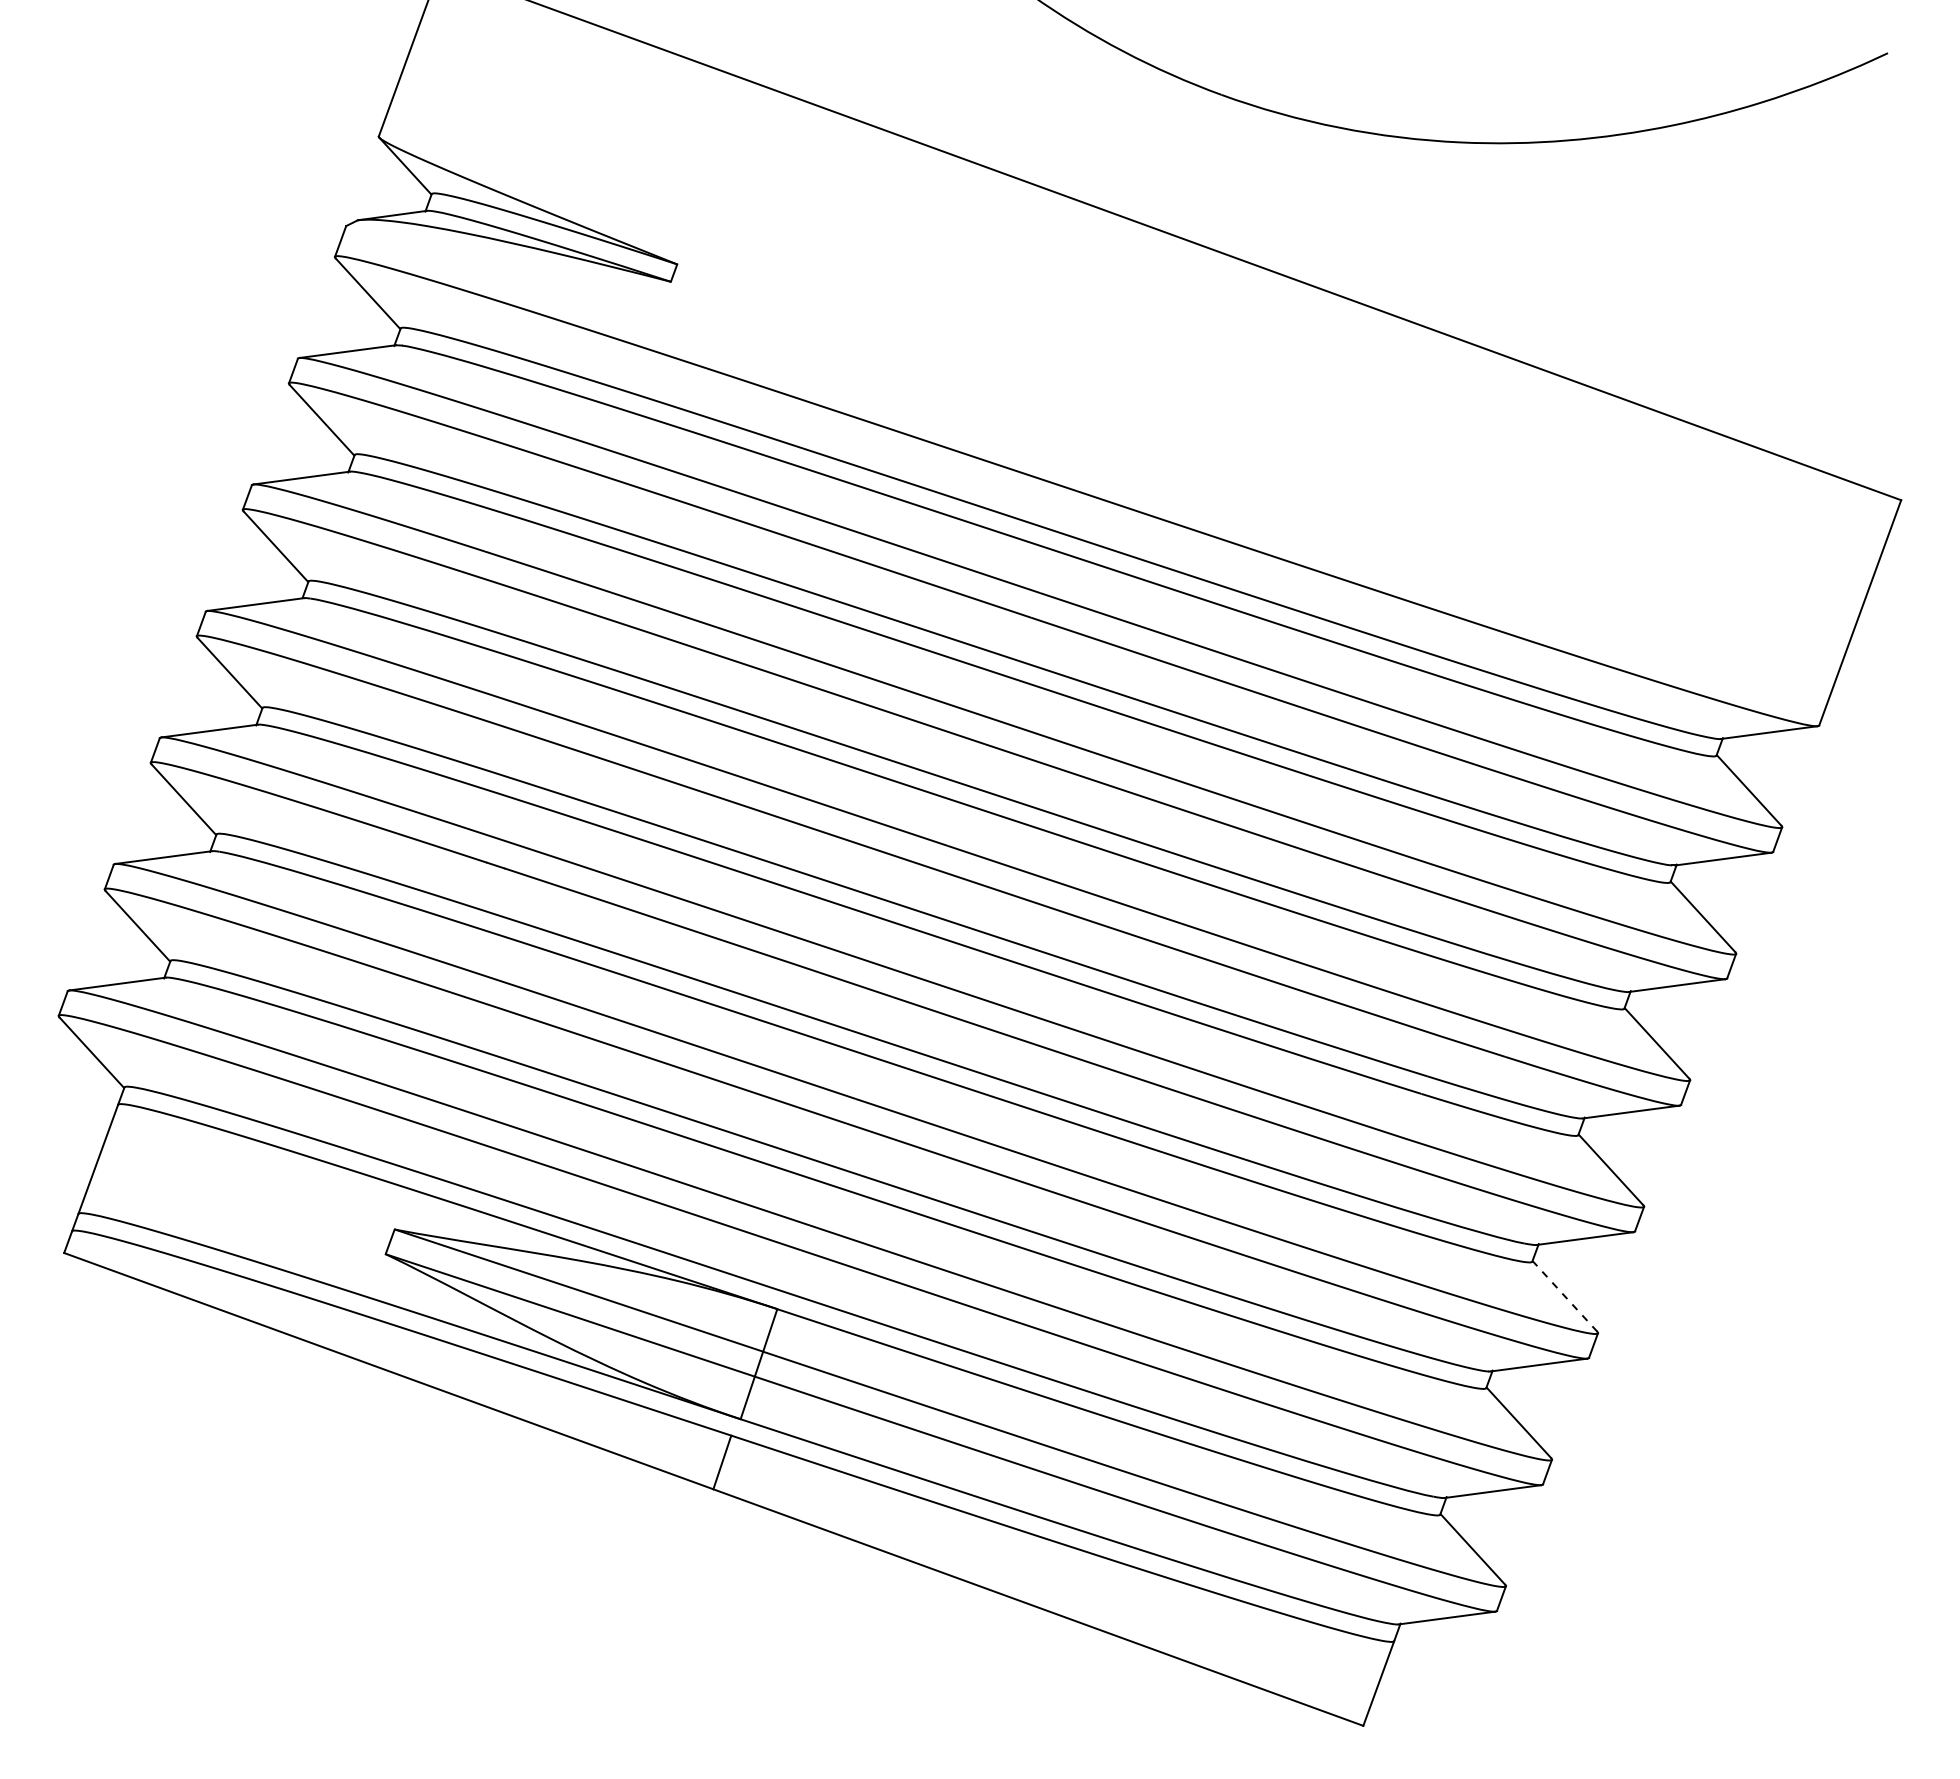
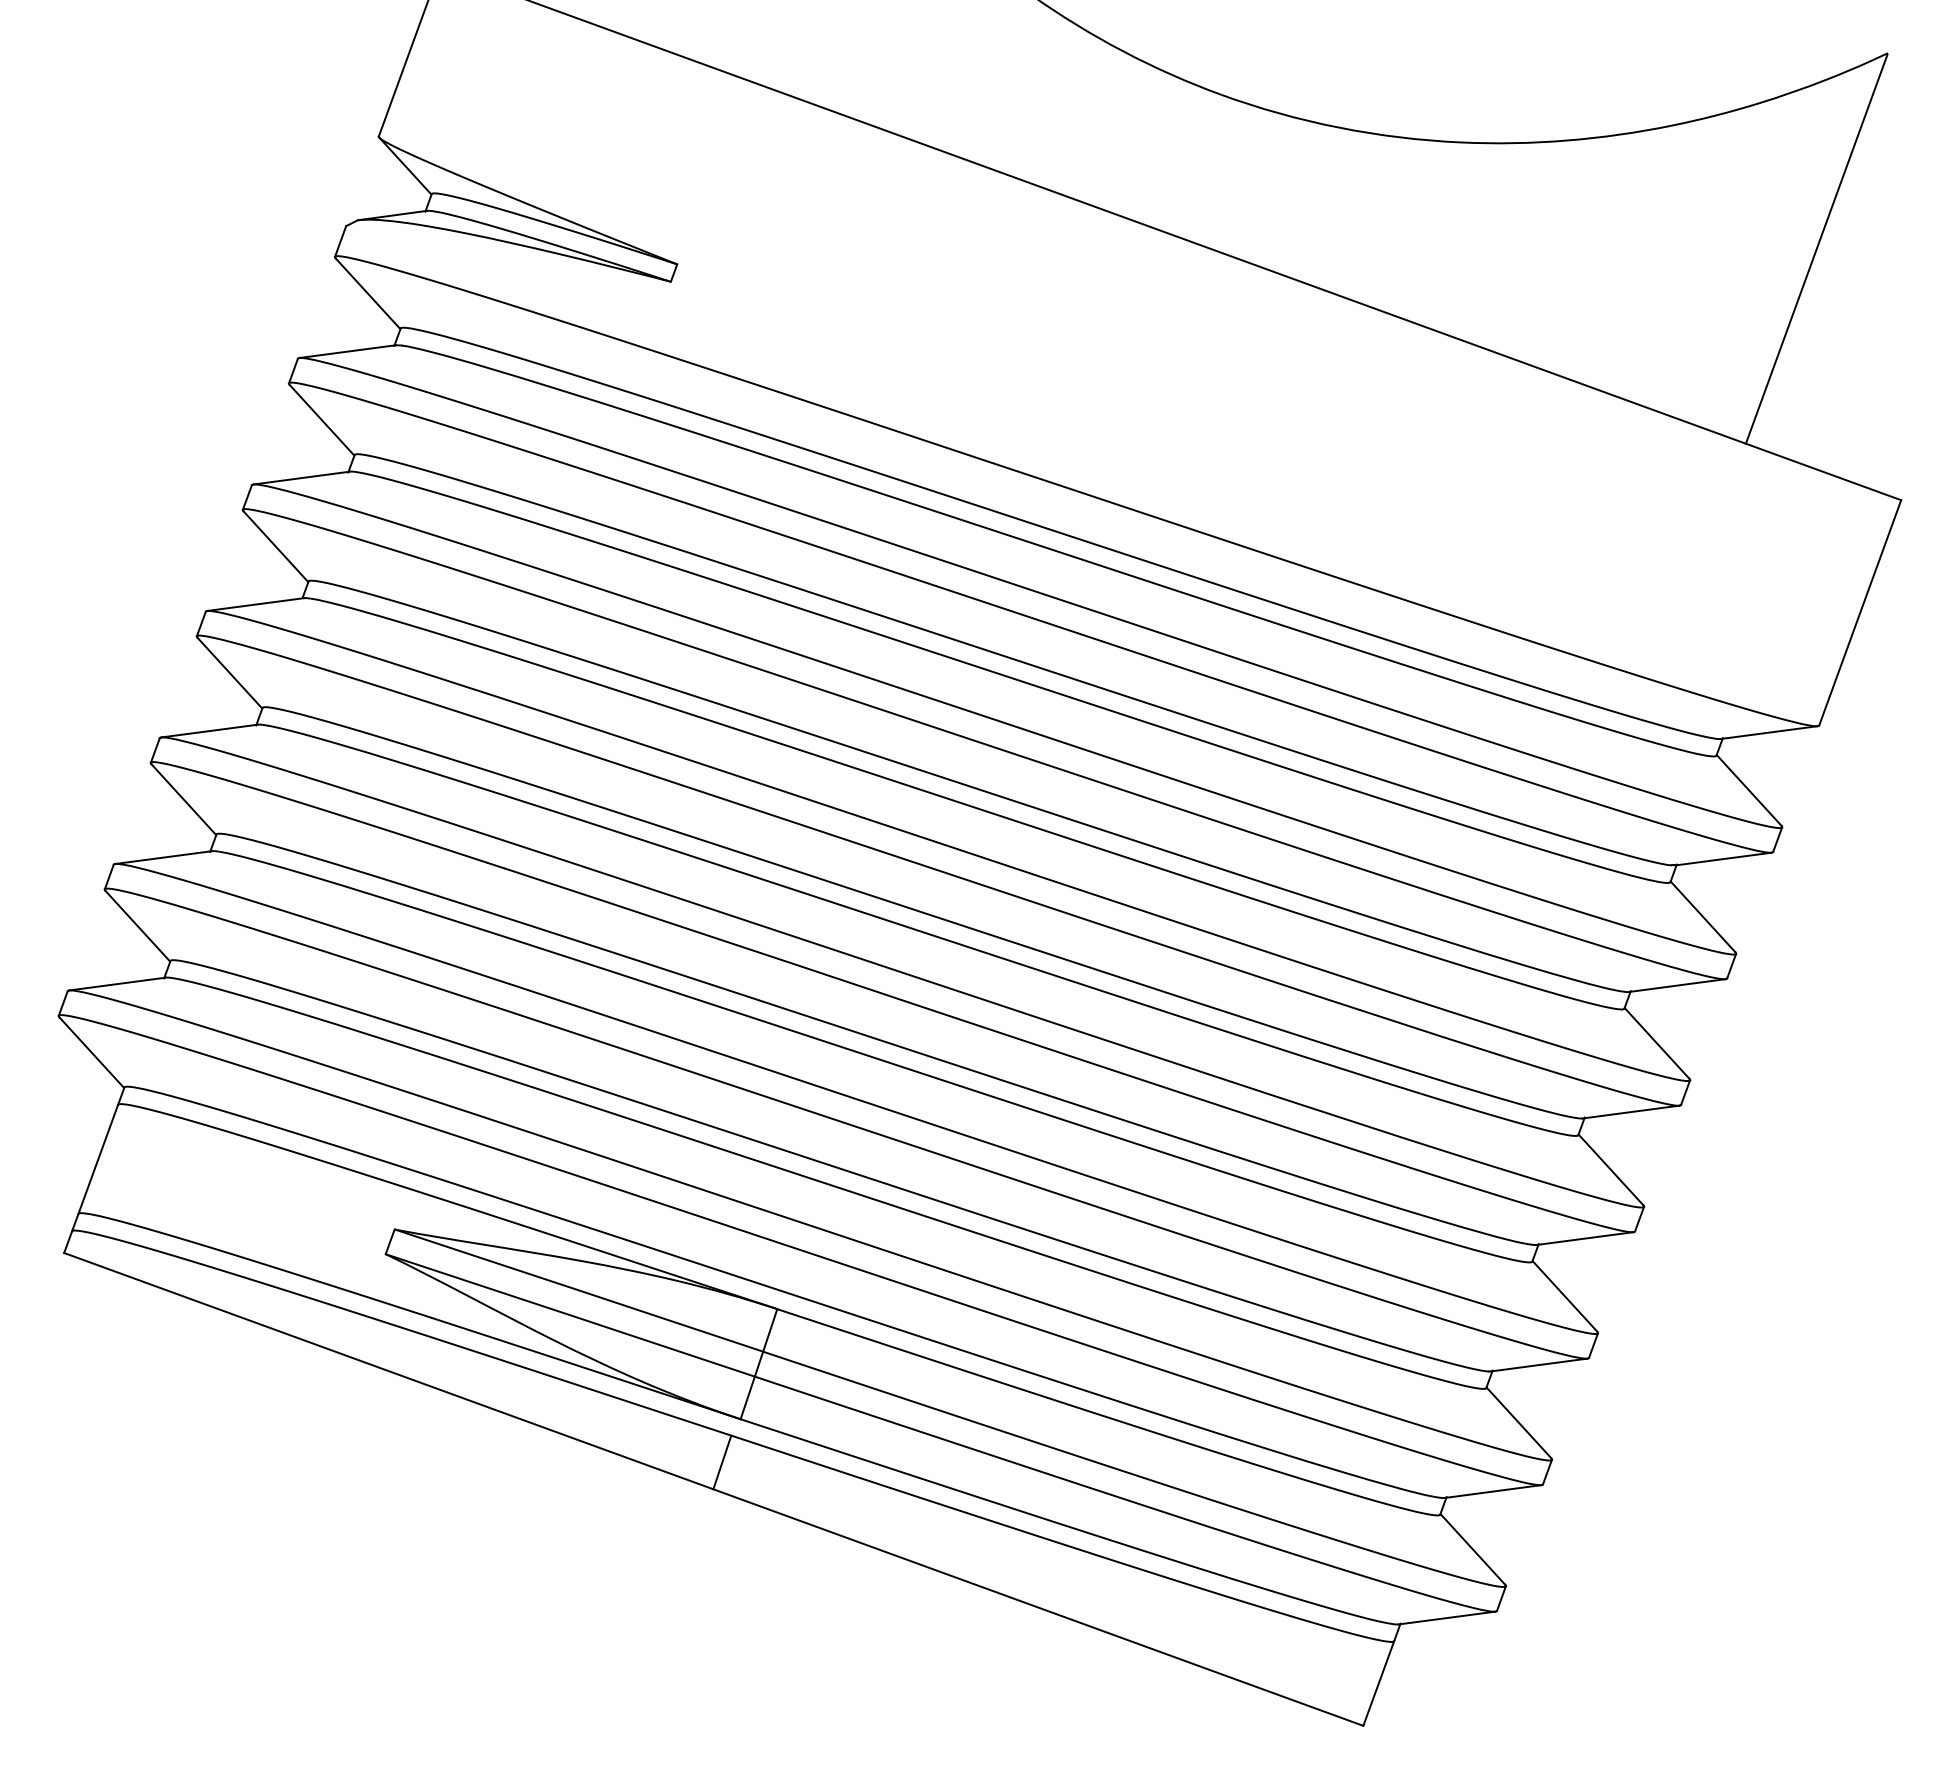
line at (1816, 248): none -> present
line at (1565, 1296): dashed -> solid
